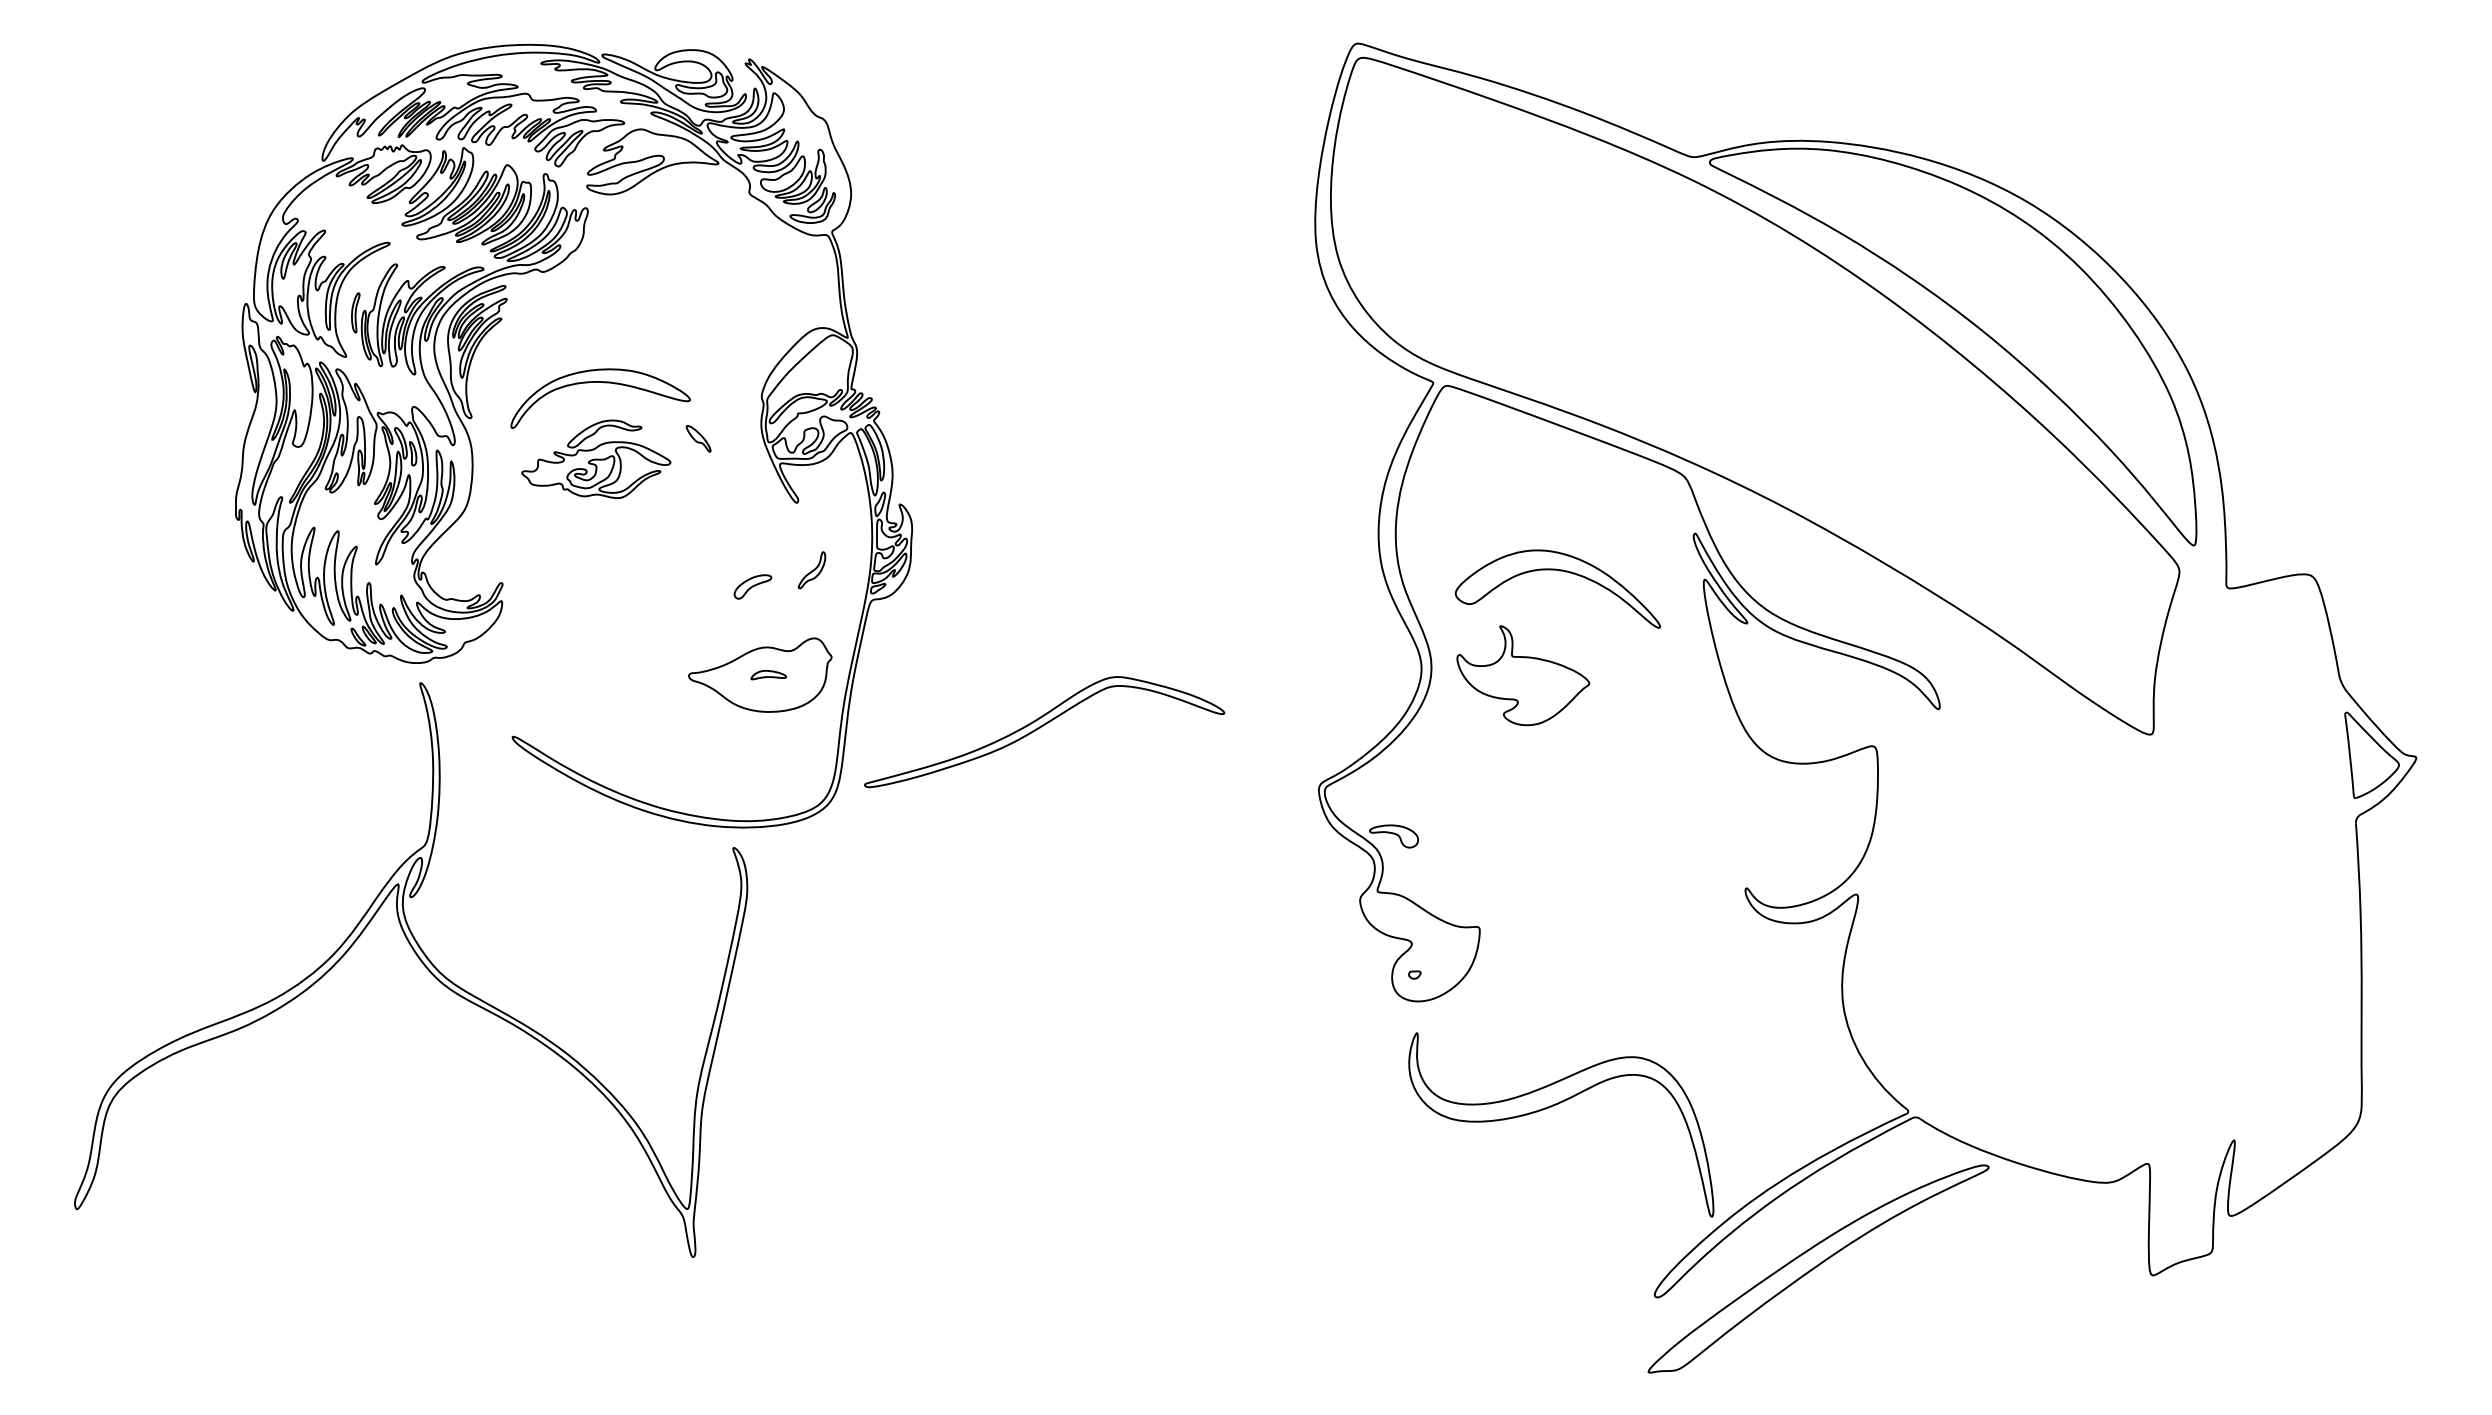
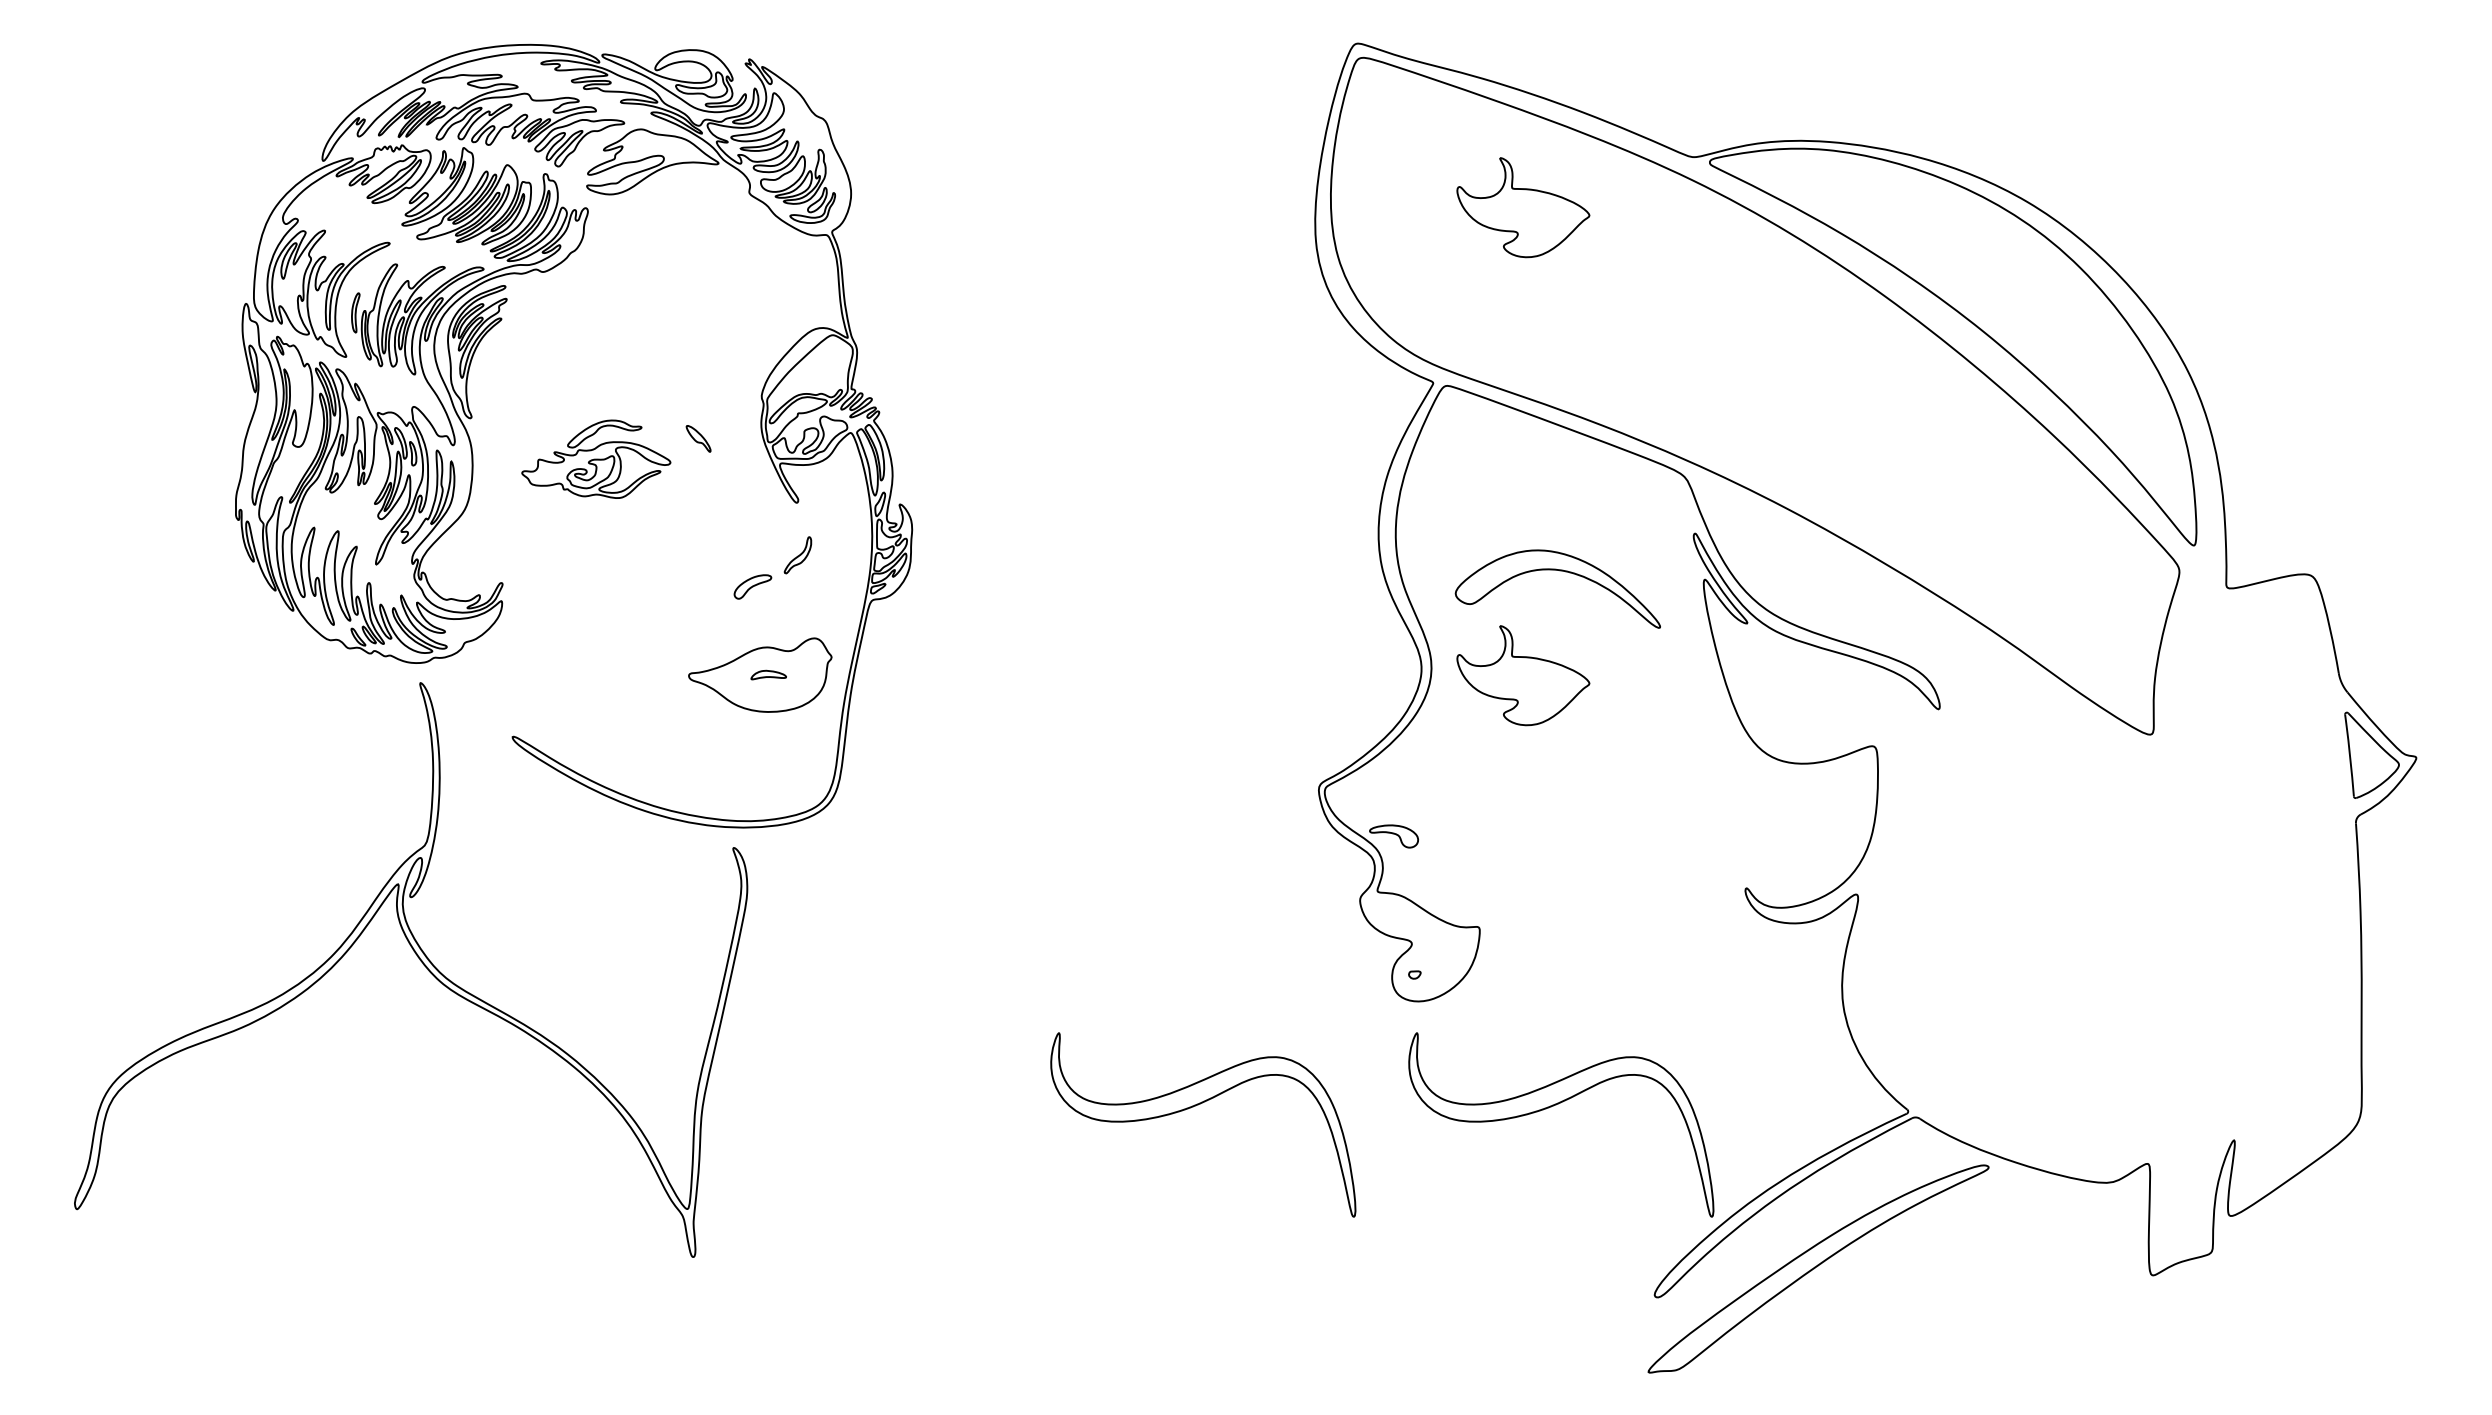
part at (1523, 207): none -> present
part at (604, 383): present -> none
part at (811, 570) position: (811, 570) -> (797, 555)
part at (1044, 732): present -> none
part at (1198, 1105): none -> present
